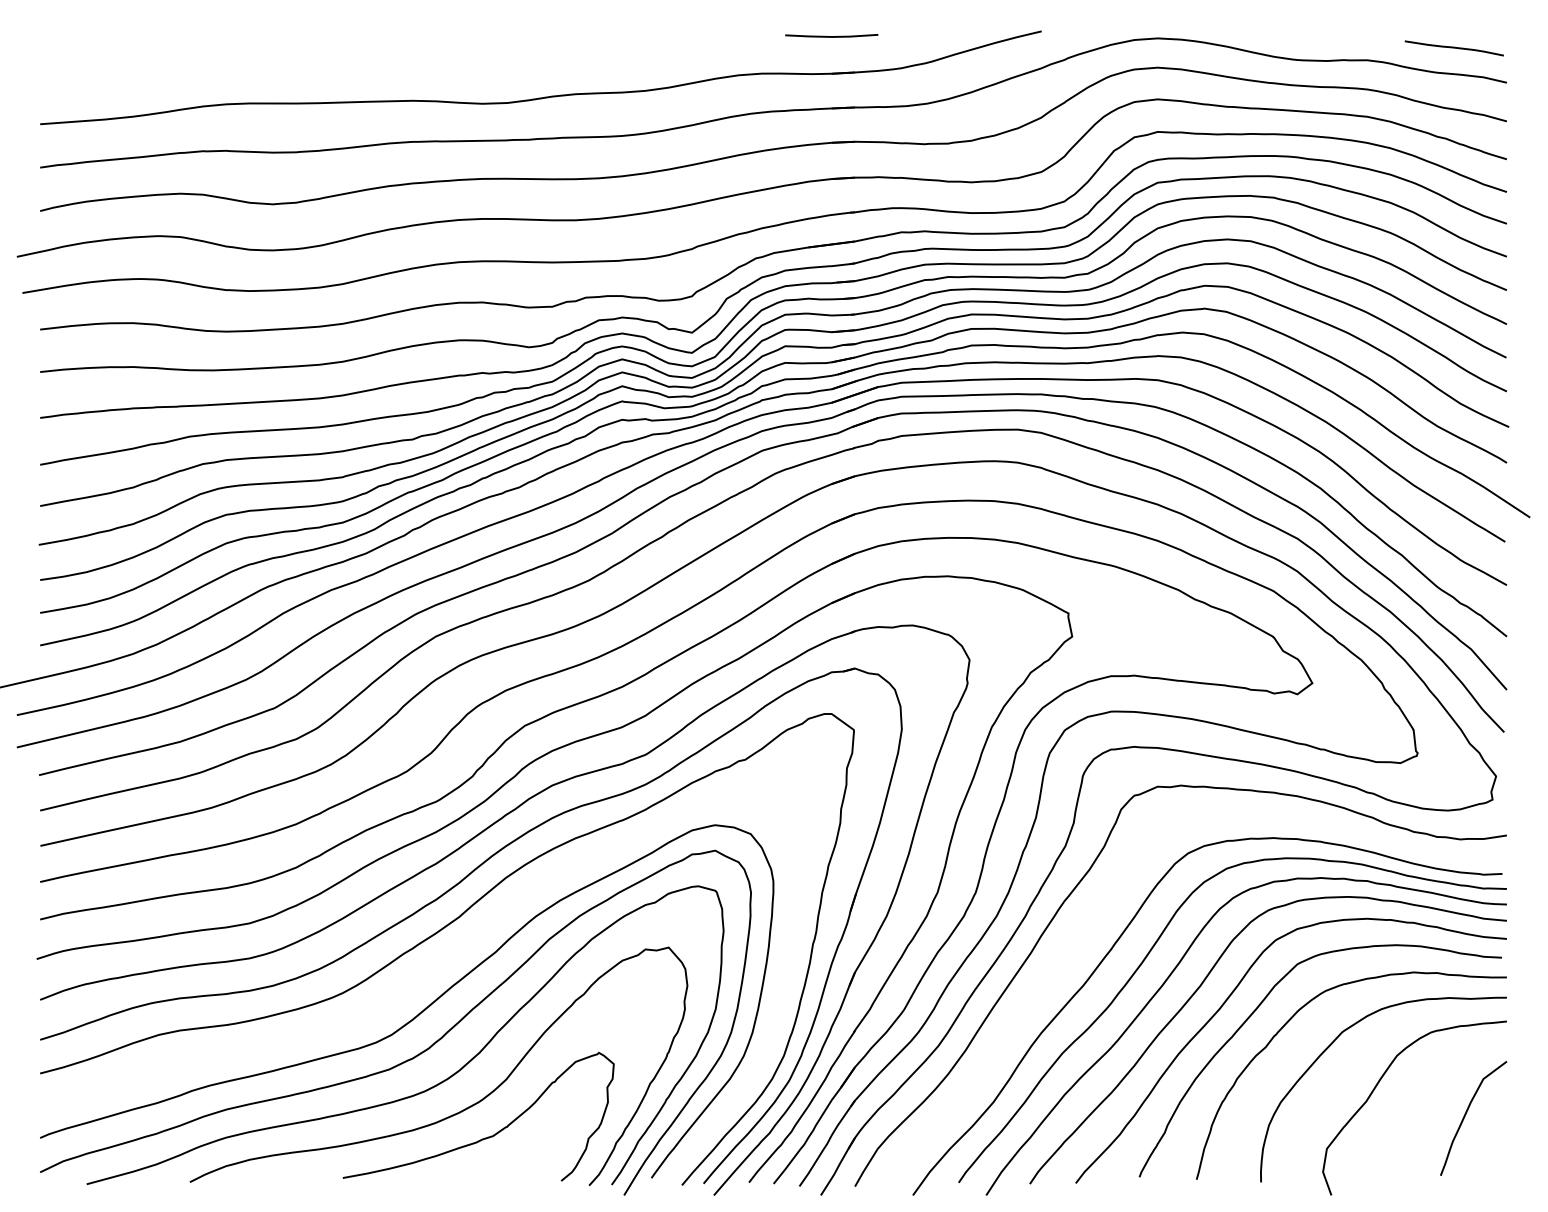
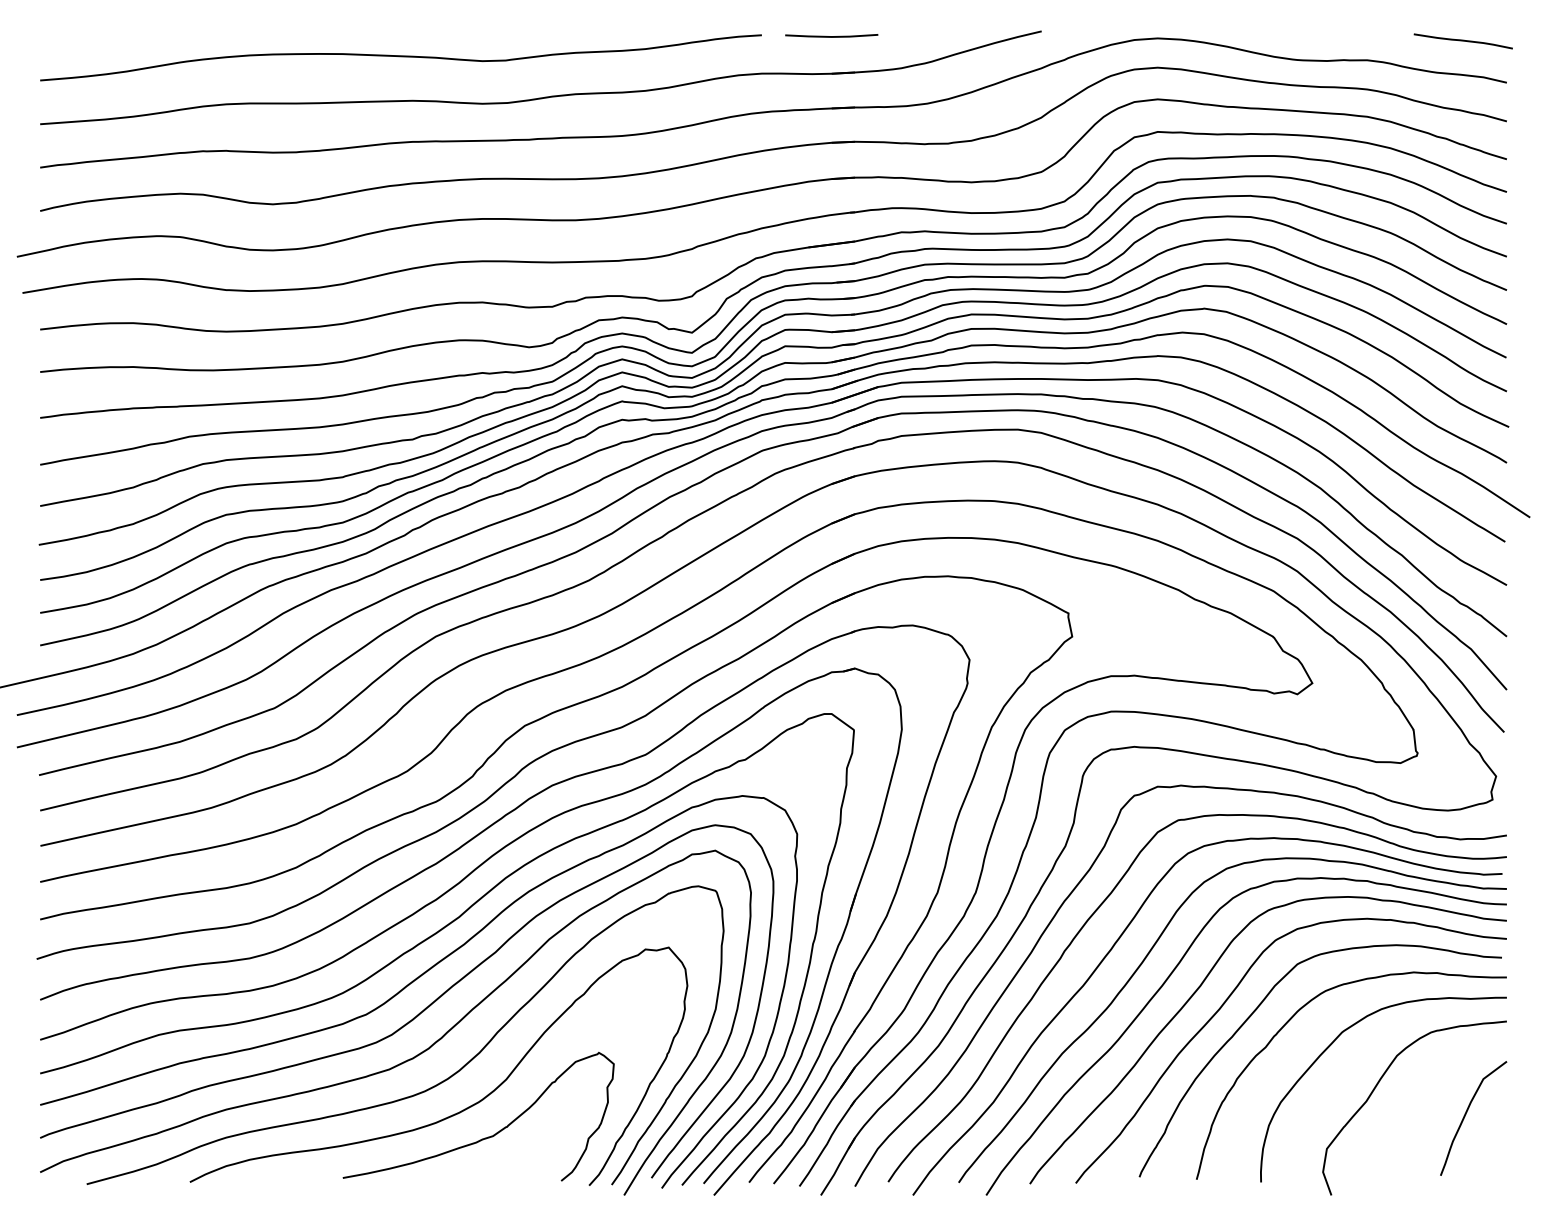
curve at (1453, 48) position: (1453, 48) -> (1462, 41)
curve at (400, 57): none -> present
curve at (1093, 915): none -> present
curve at (412, 983): none -> present
